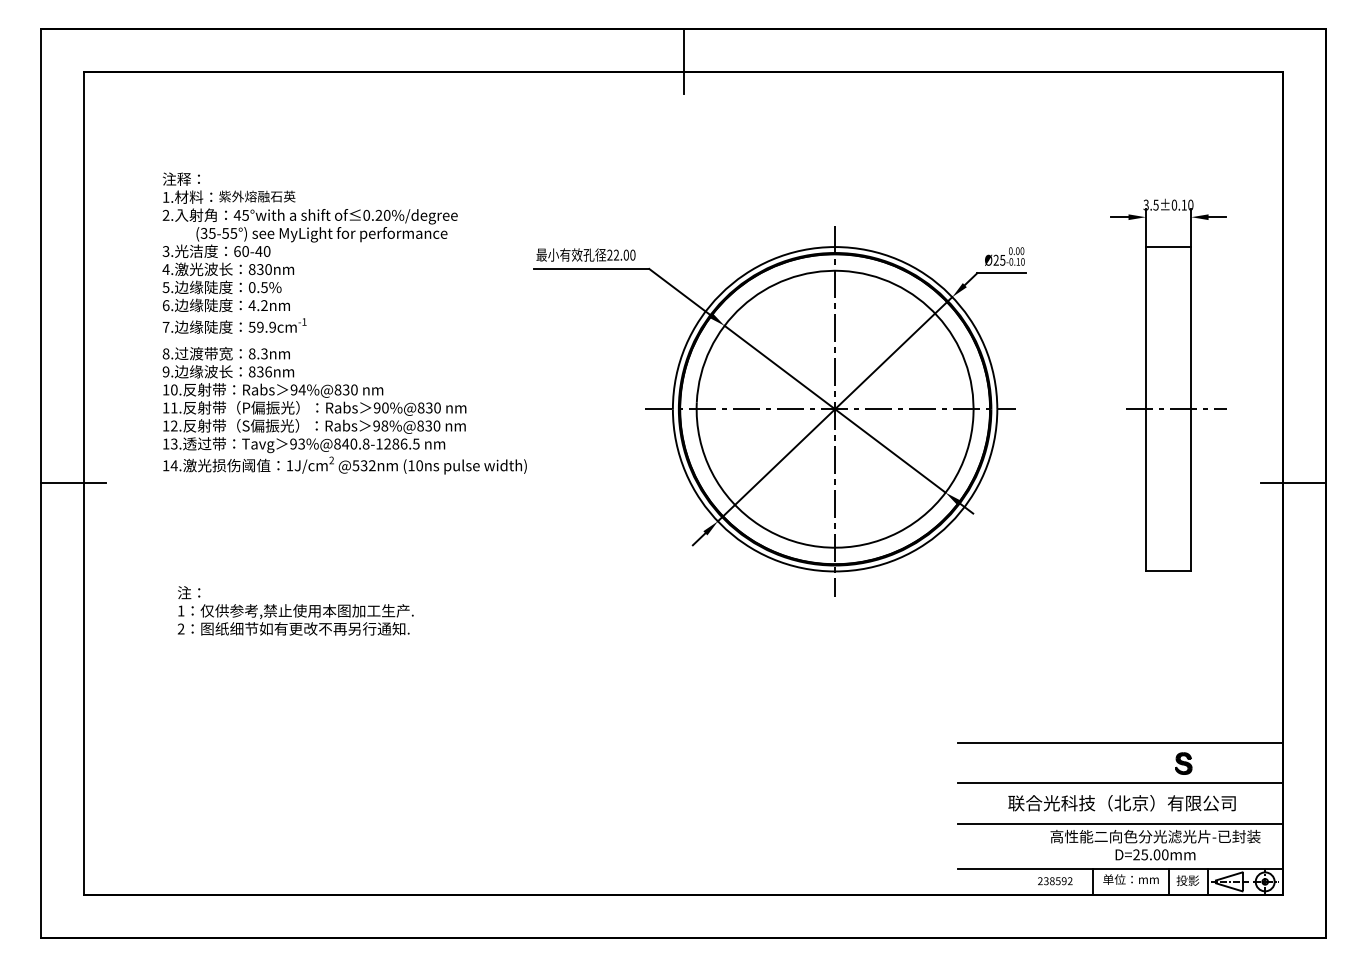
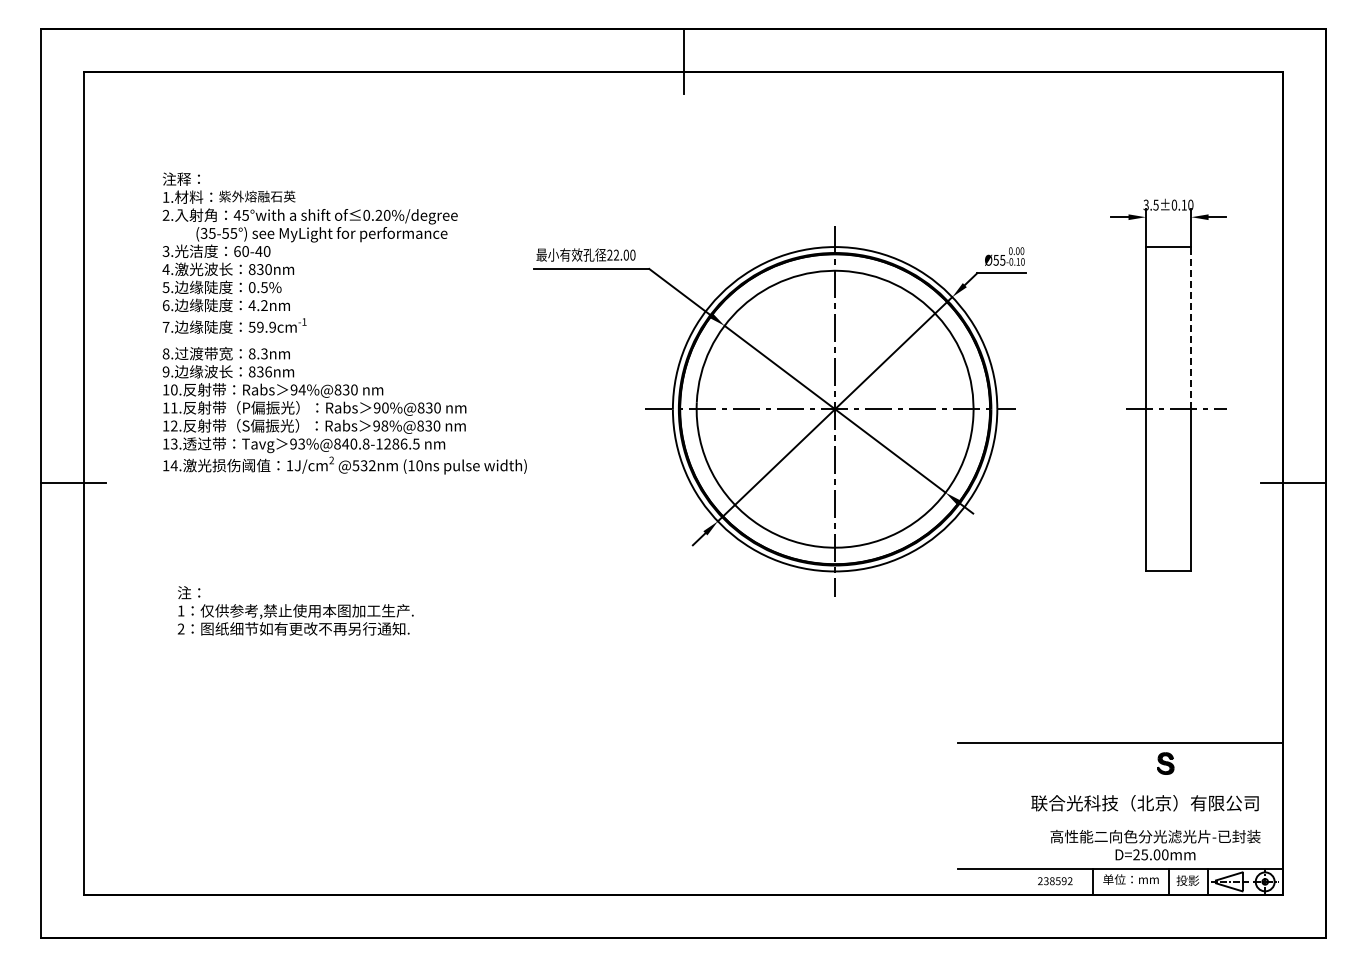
text at (995, 259): Ø25 -> Ø55
line at (1191, 327): solid -> dashed
part at (1183, 763) position: (1183, 763) -> (1165, 763)
line at (1120, 783): present -> none
text at (1121, 803) position: (1121, 803) -> (1144, 803)
line at (1120, 823): present -> none
